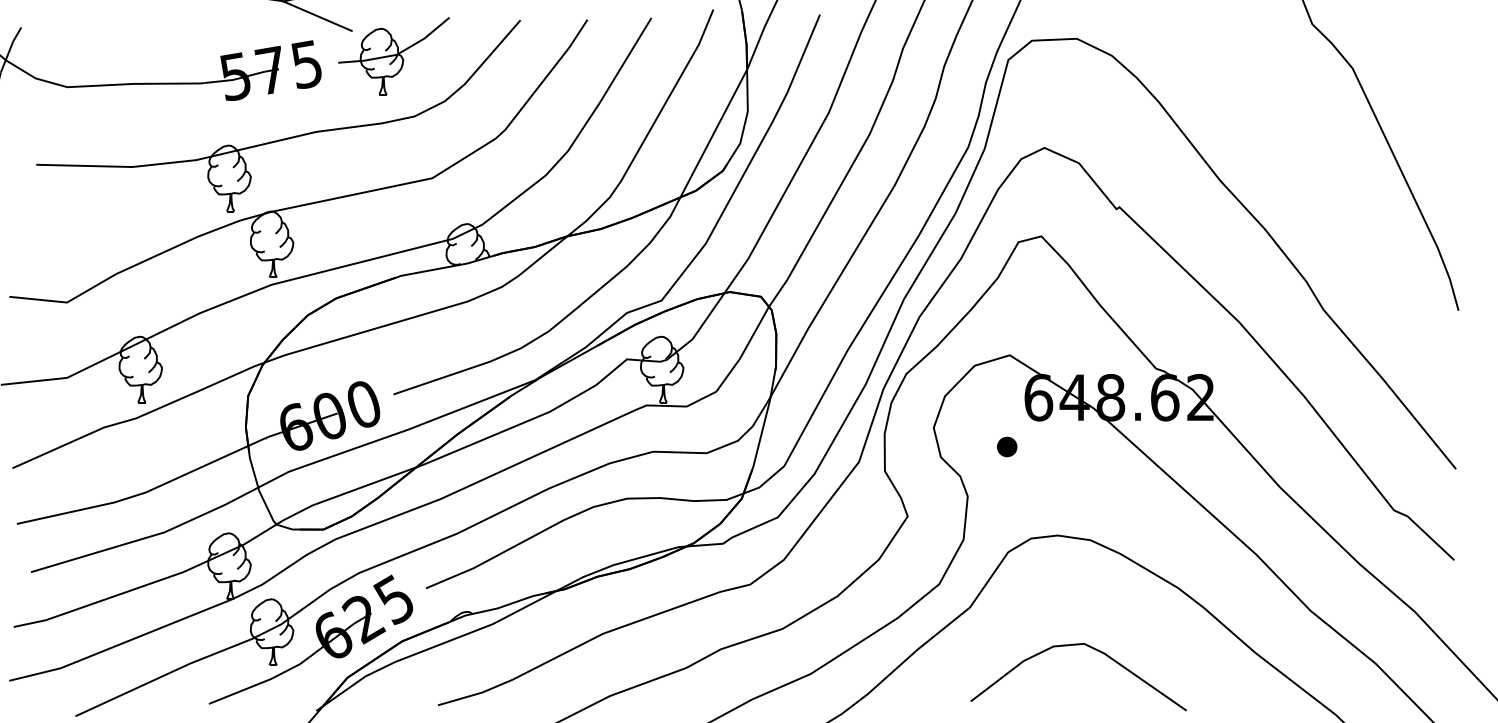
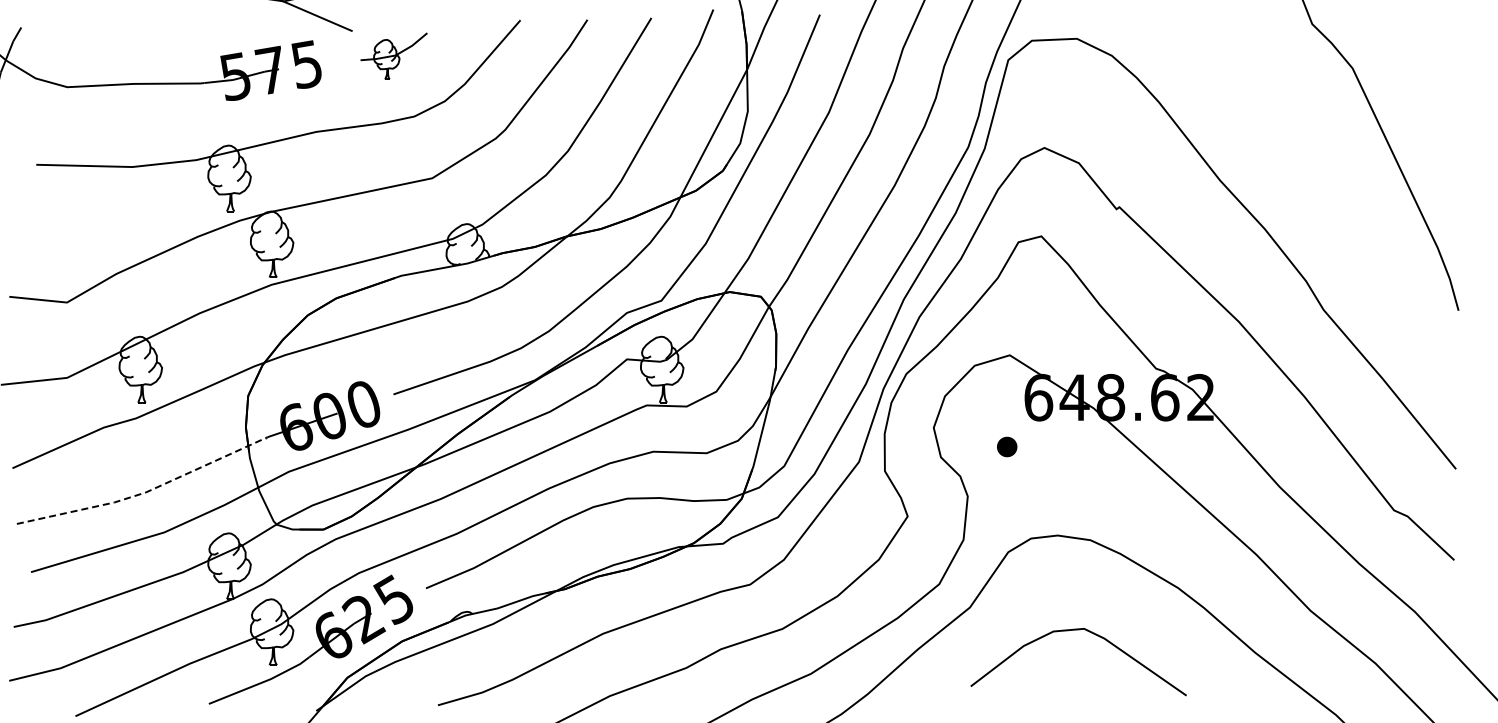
part at (393, 56) size: 112x79 px -> 68x48 px
line at (145, 492): solid -> dashed
curve at (1093, 649) position: (1093, 649) -> (1093, 634)
